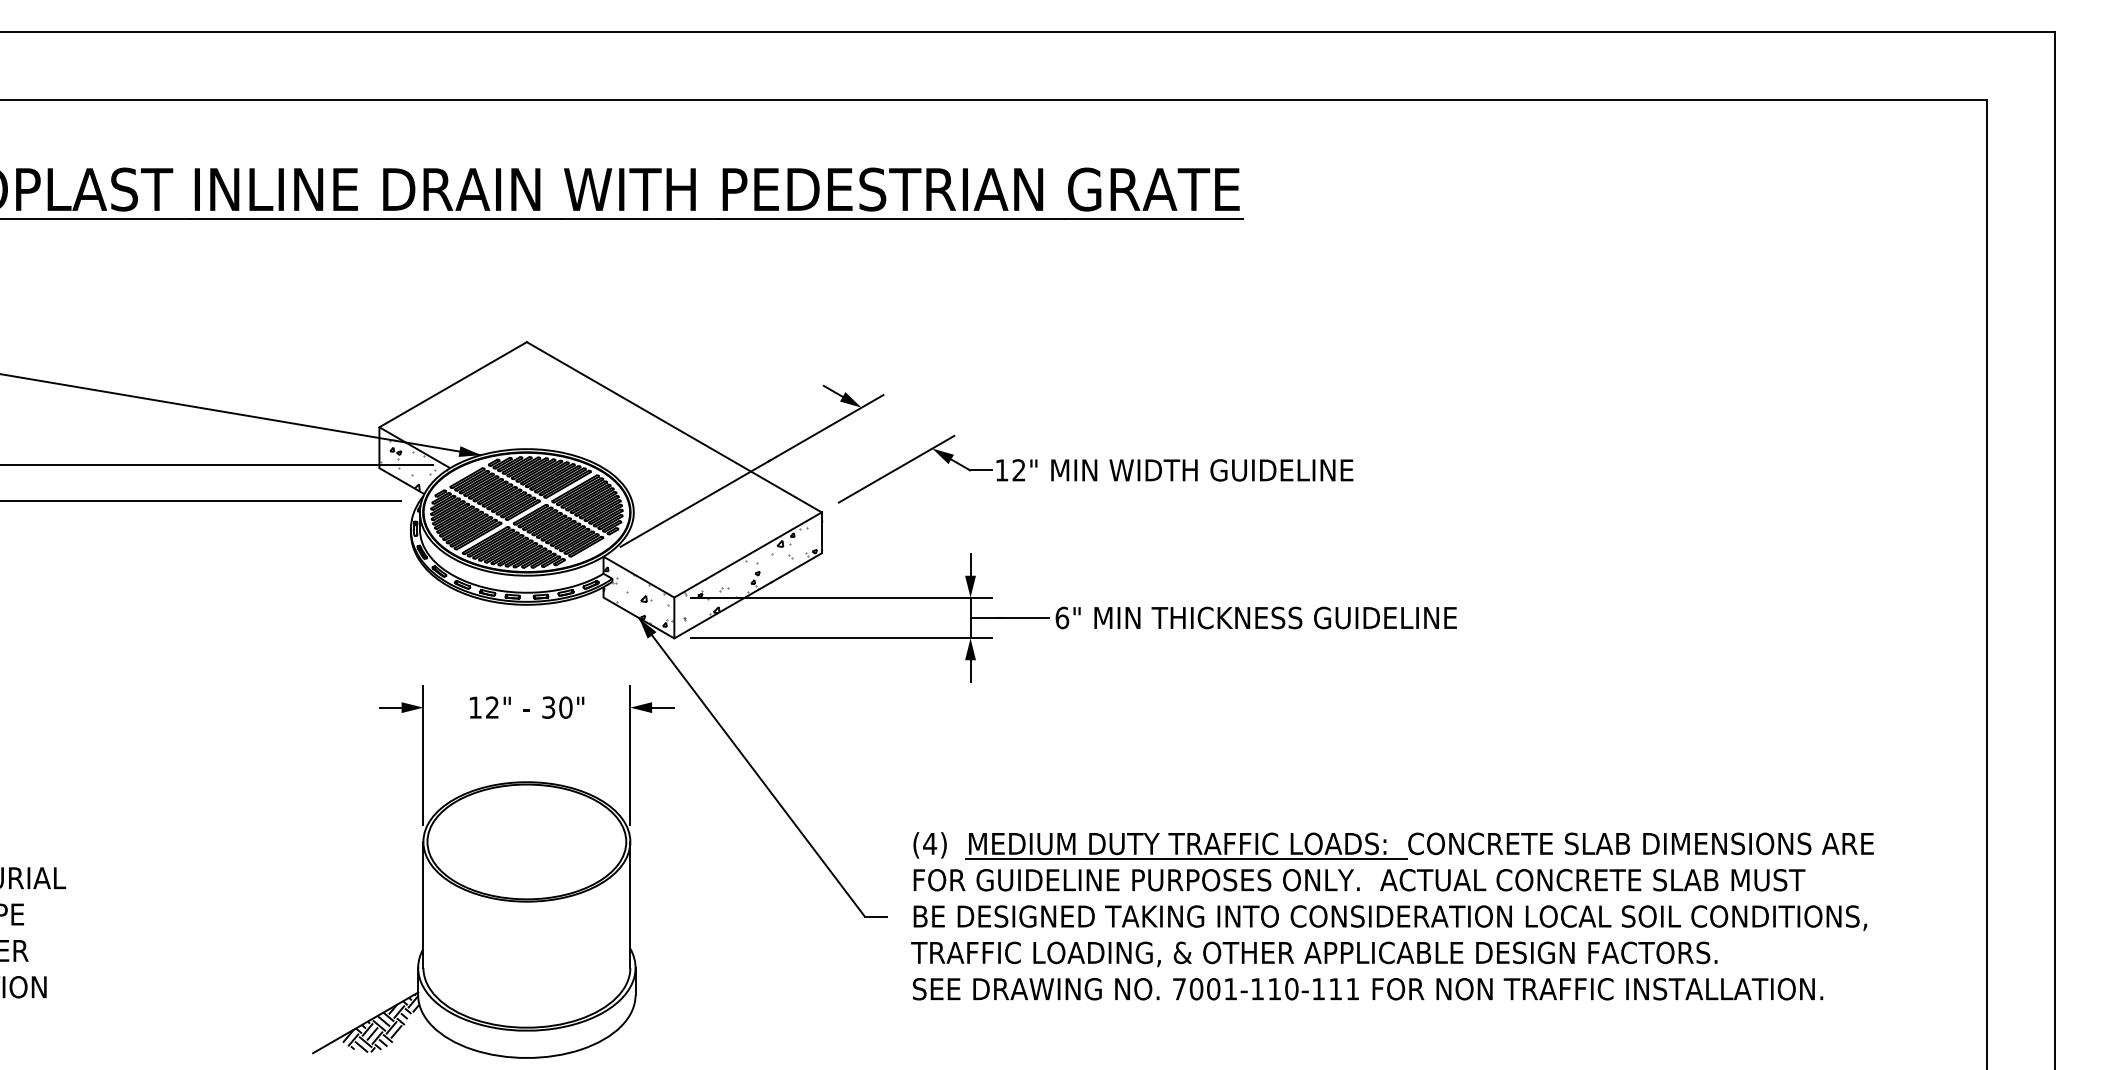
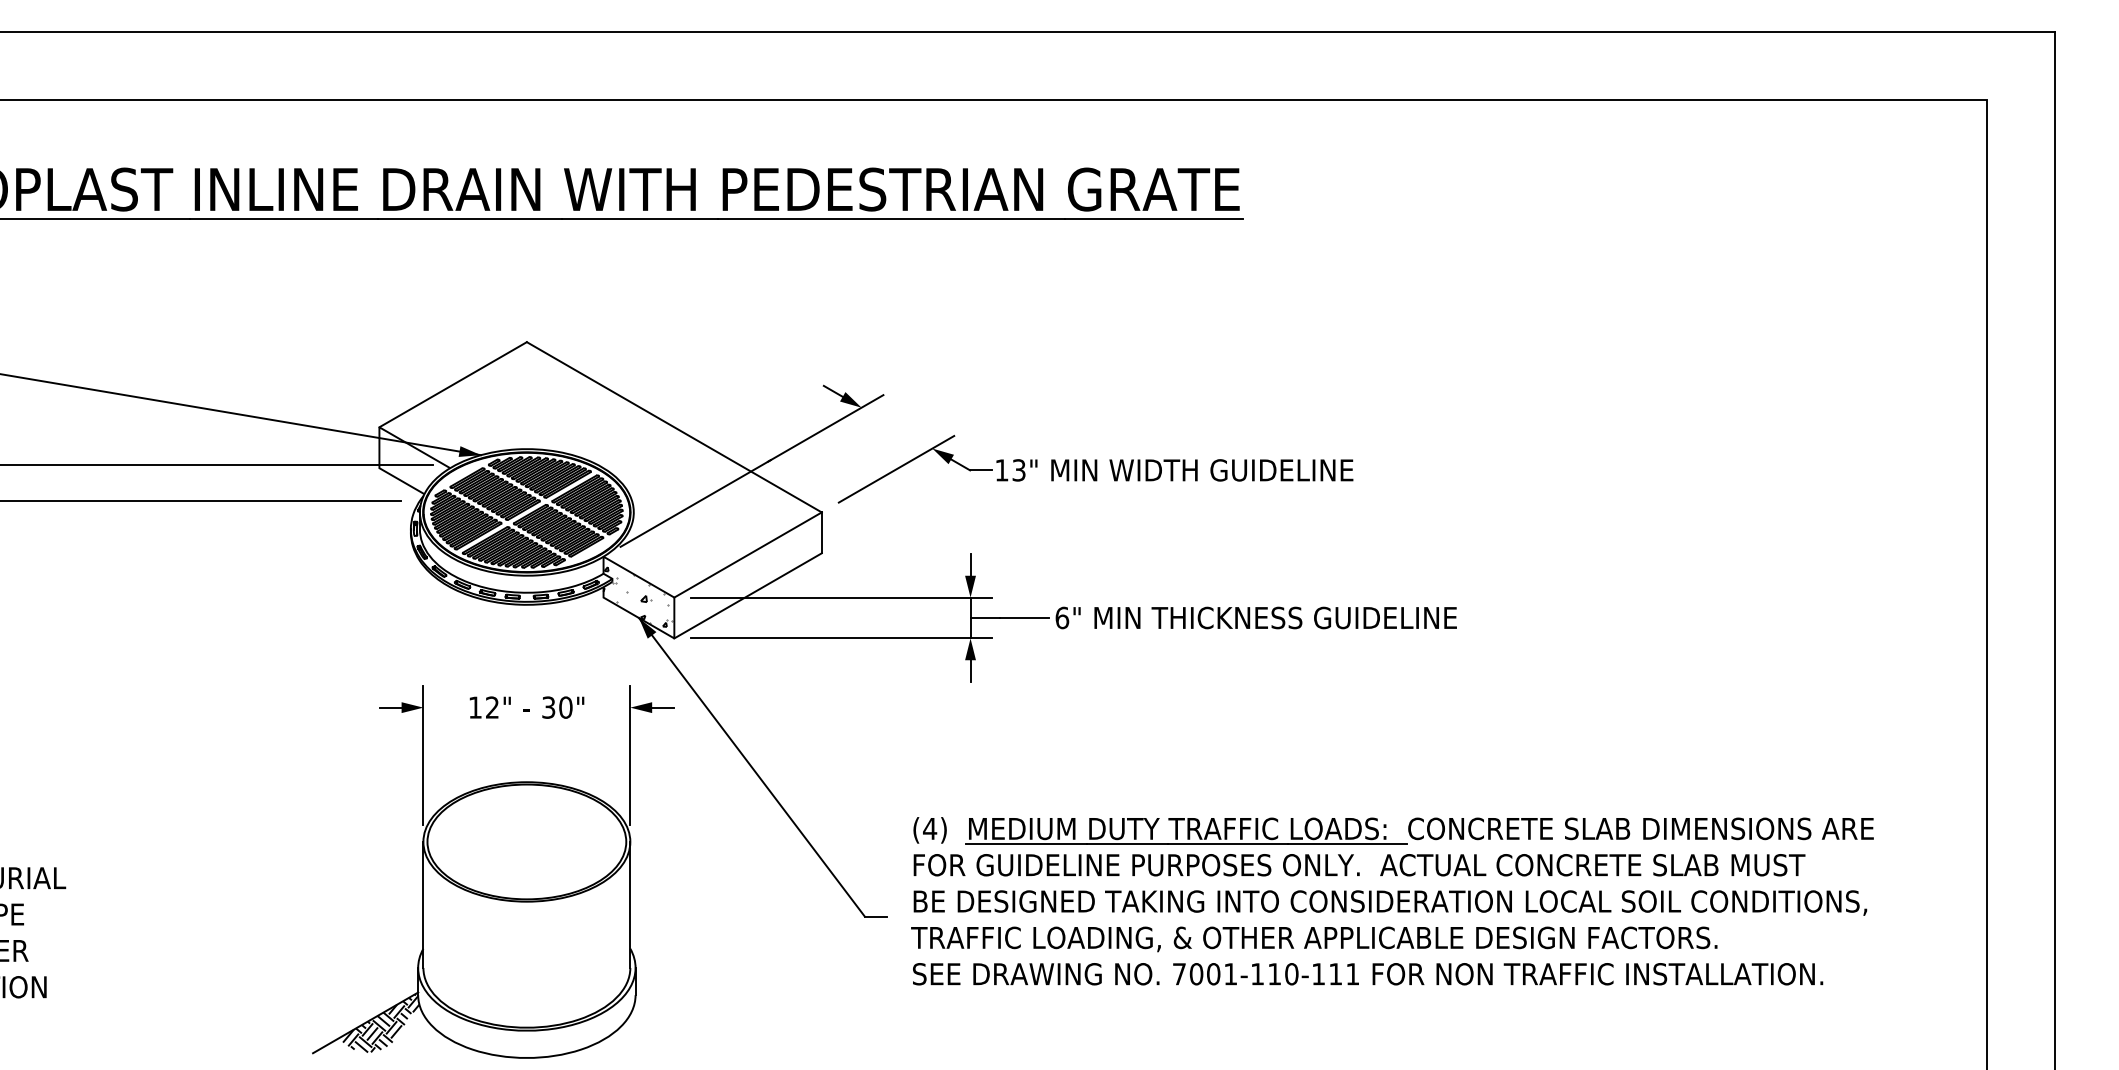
hatch at (414, 465): present -> none
text at (1018, 470): 12" -> 13"
hatch at (752, 570): present -> none
part at (1392, 916) position: (1392, 916) -> (1392, 901)
